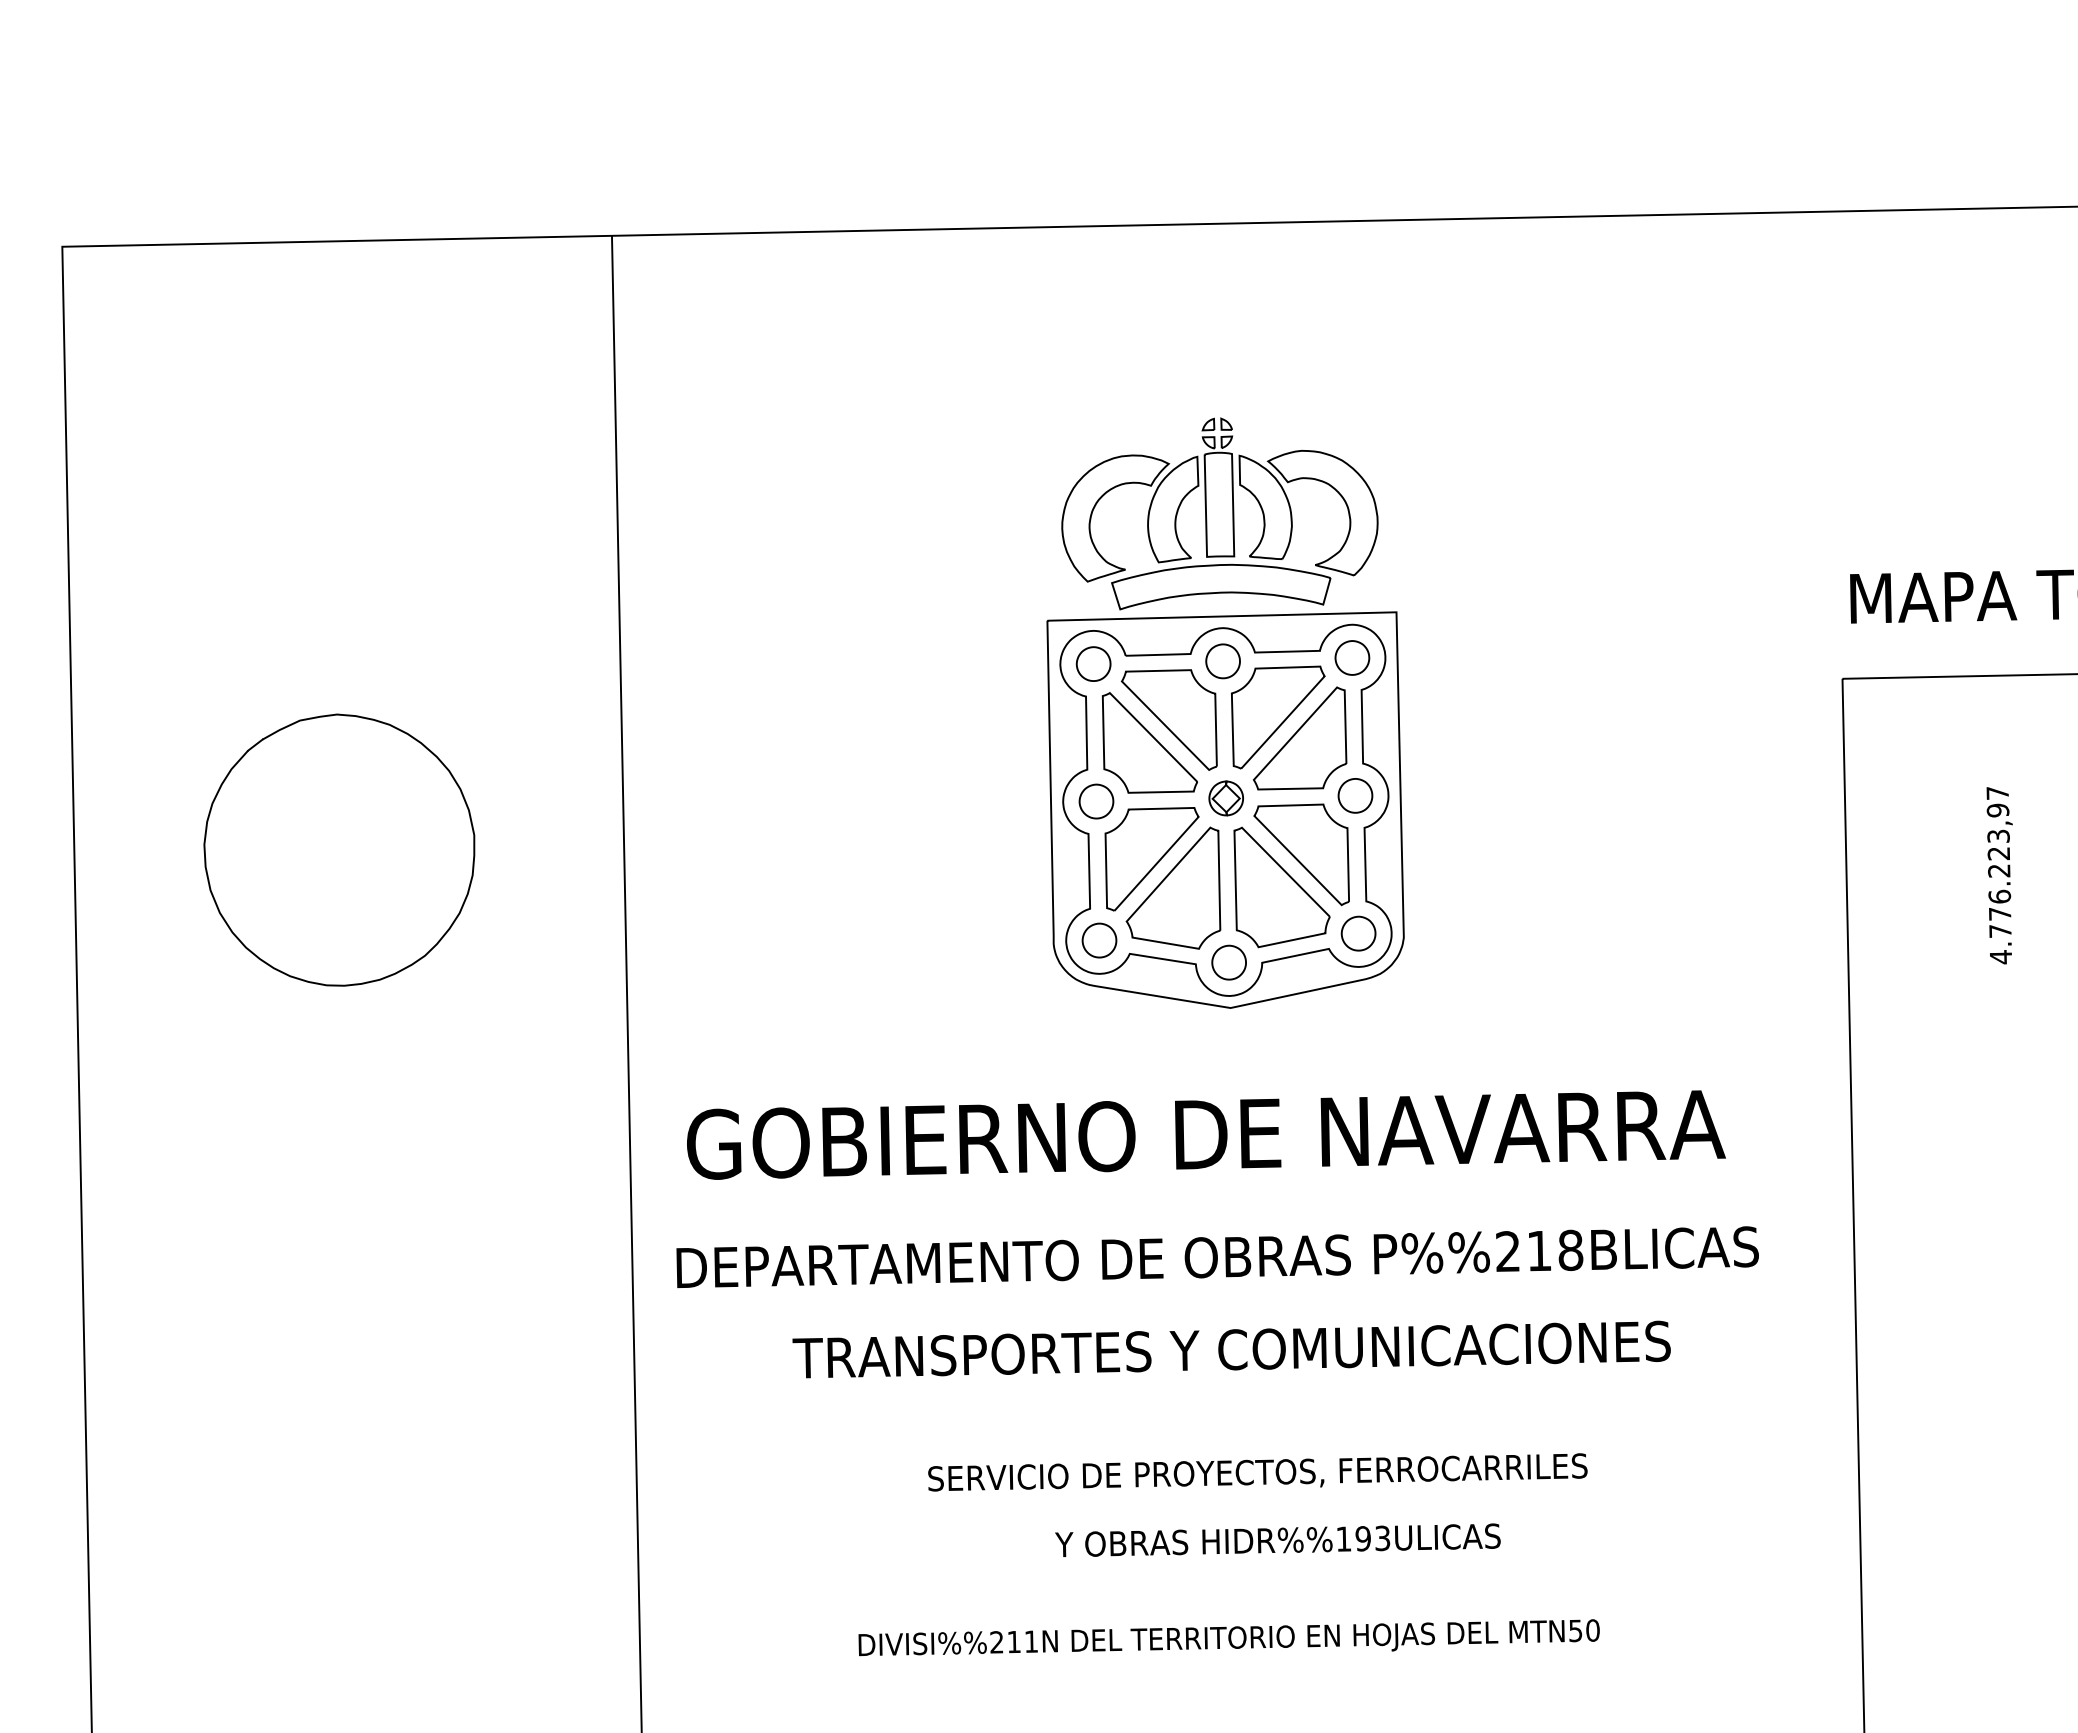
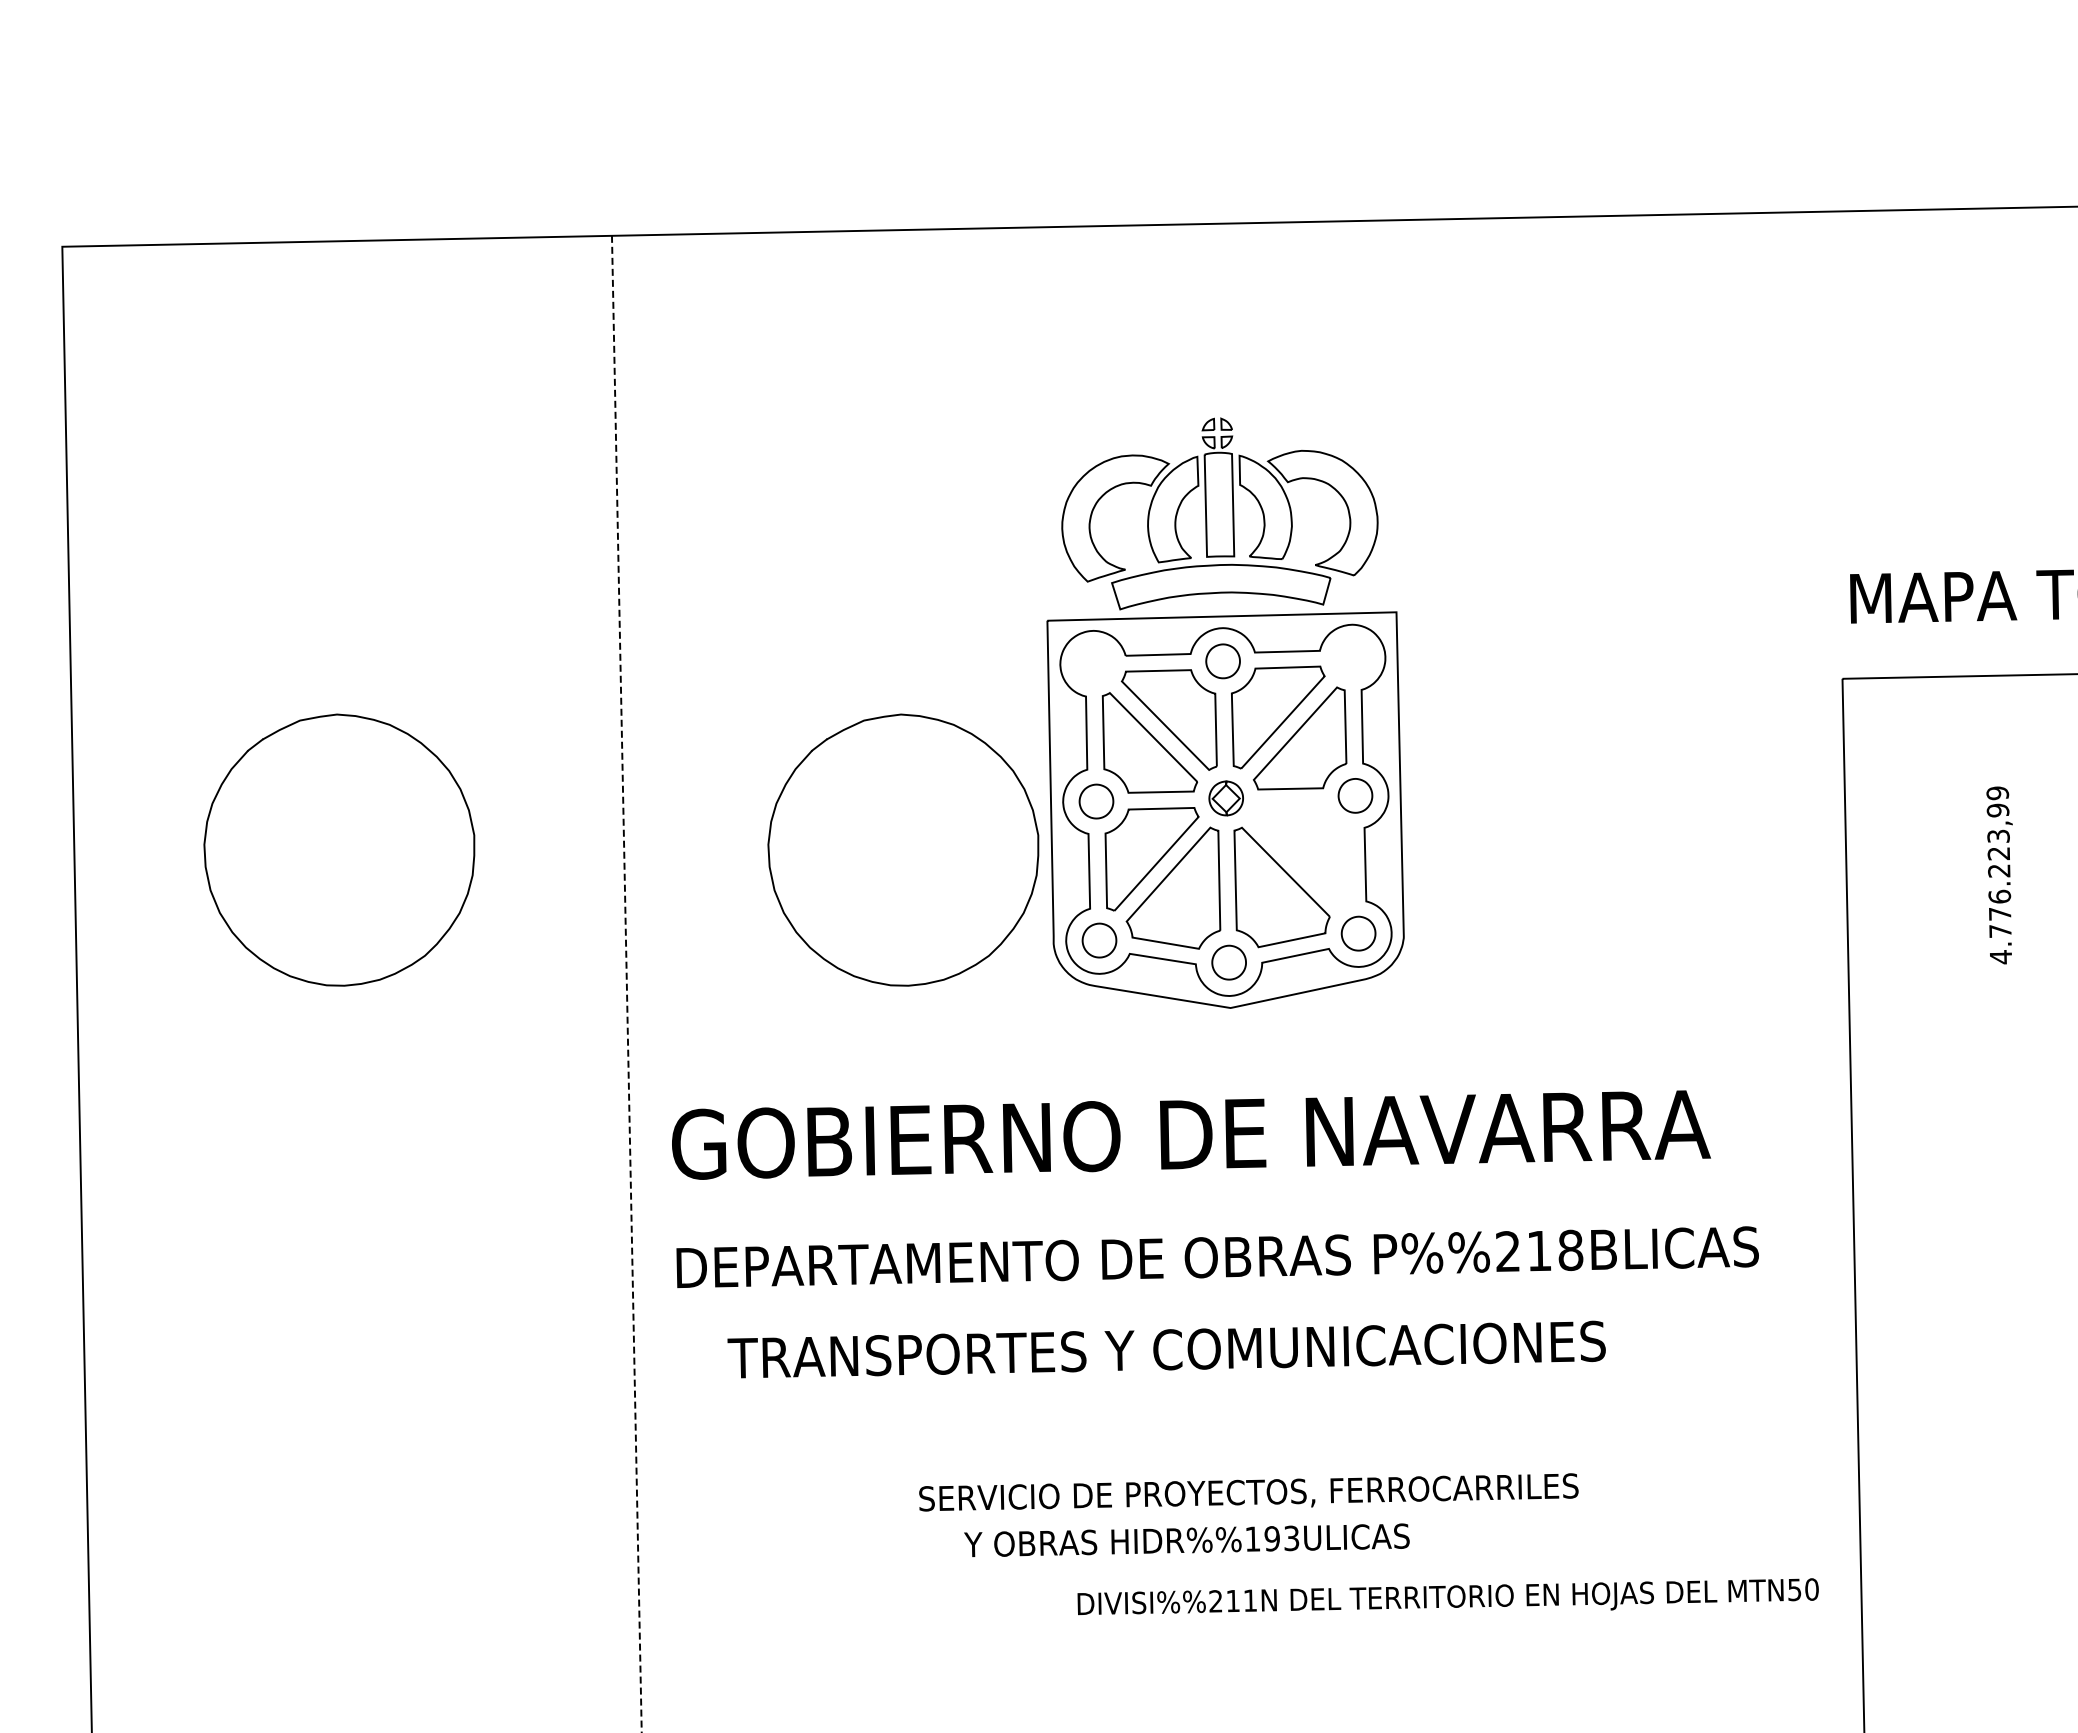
part at (1352, 657): present -> none
part at (1093, 663): present -> none
text at (1997, 793): 4.776.223,97 -> 4.776.223,99
part at (903, 849): none -> present
part at (1301, 854): present -> none
line at (626, 984): solid -> dashed
text at (1206, 1134) position: (1206, 1134) -> (1191, 1134)
text at (1231, 1349) position: (1231, 1349) -> (1166, 1349)
text at (1257, 1472) position: (1257, 1472) -> (1248, 1492)
text at (1277, 1539) position: (1277, 1539) -> (1186, 1539)
text at (1228, 1637) position: (1228, 1637) -> (1447, 1596)
